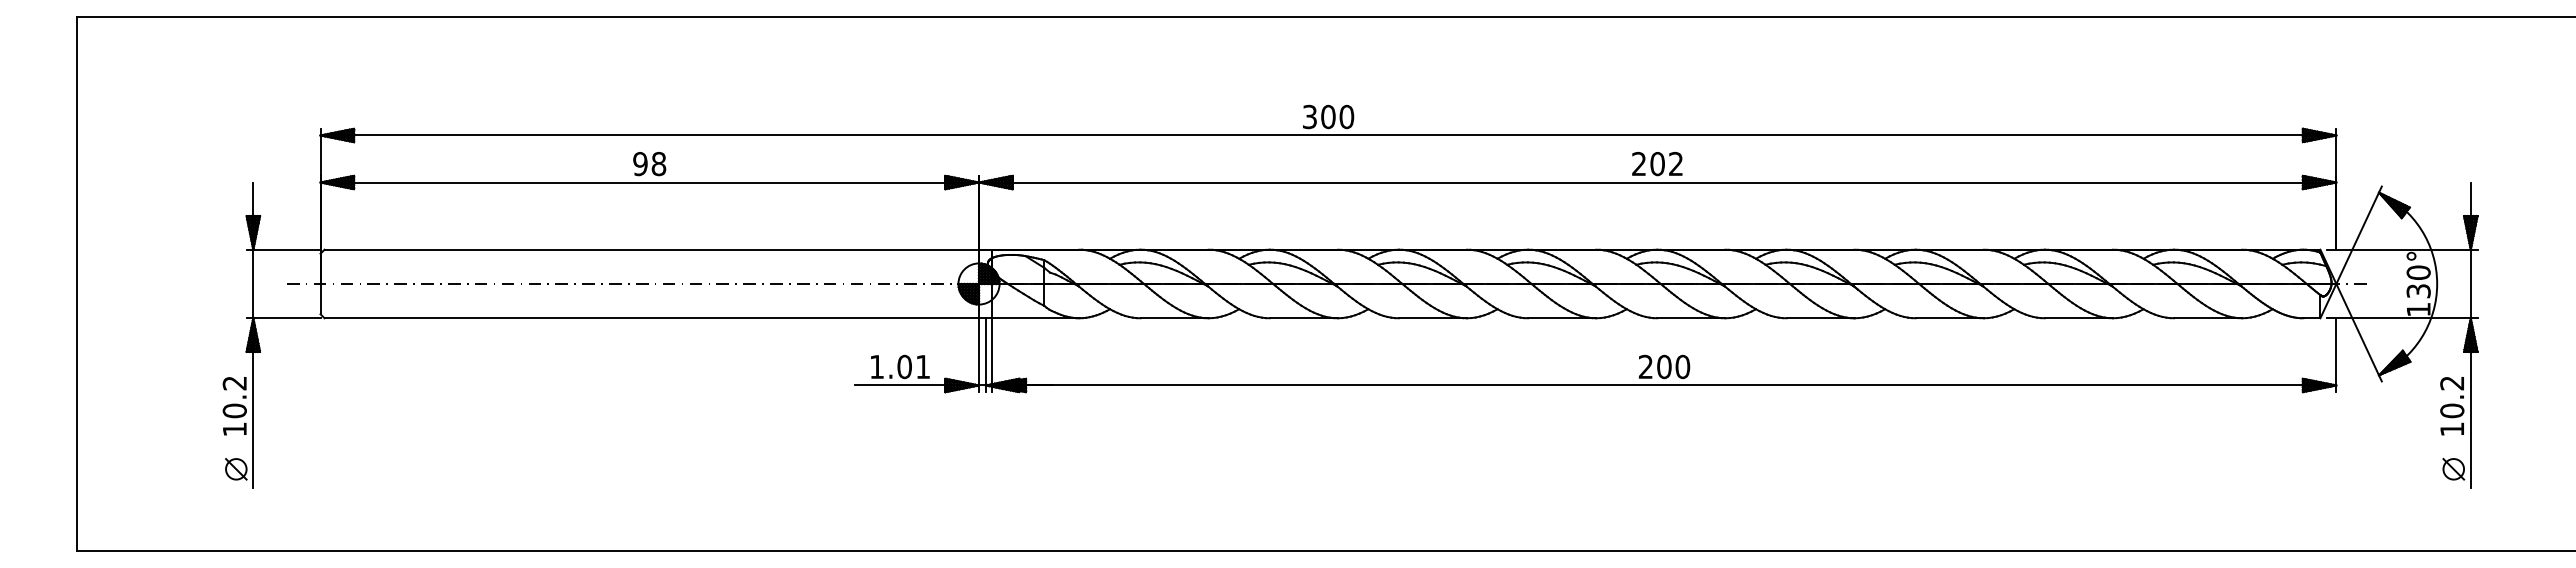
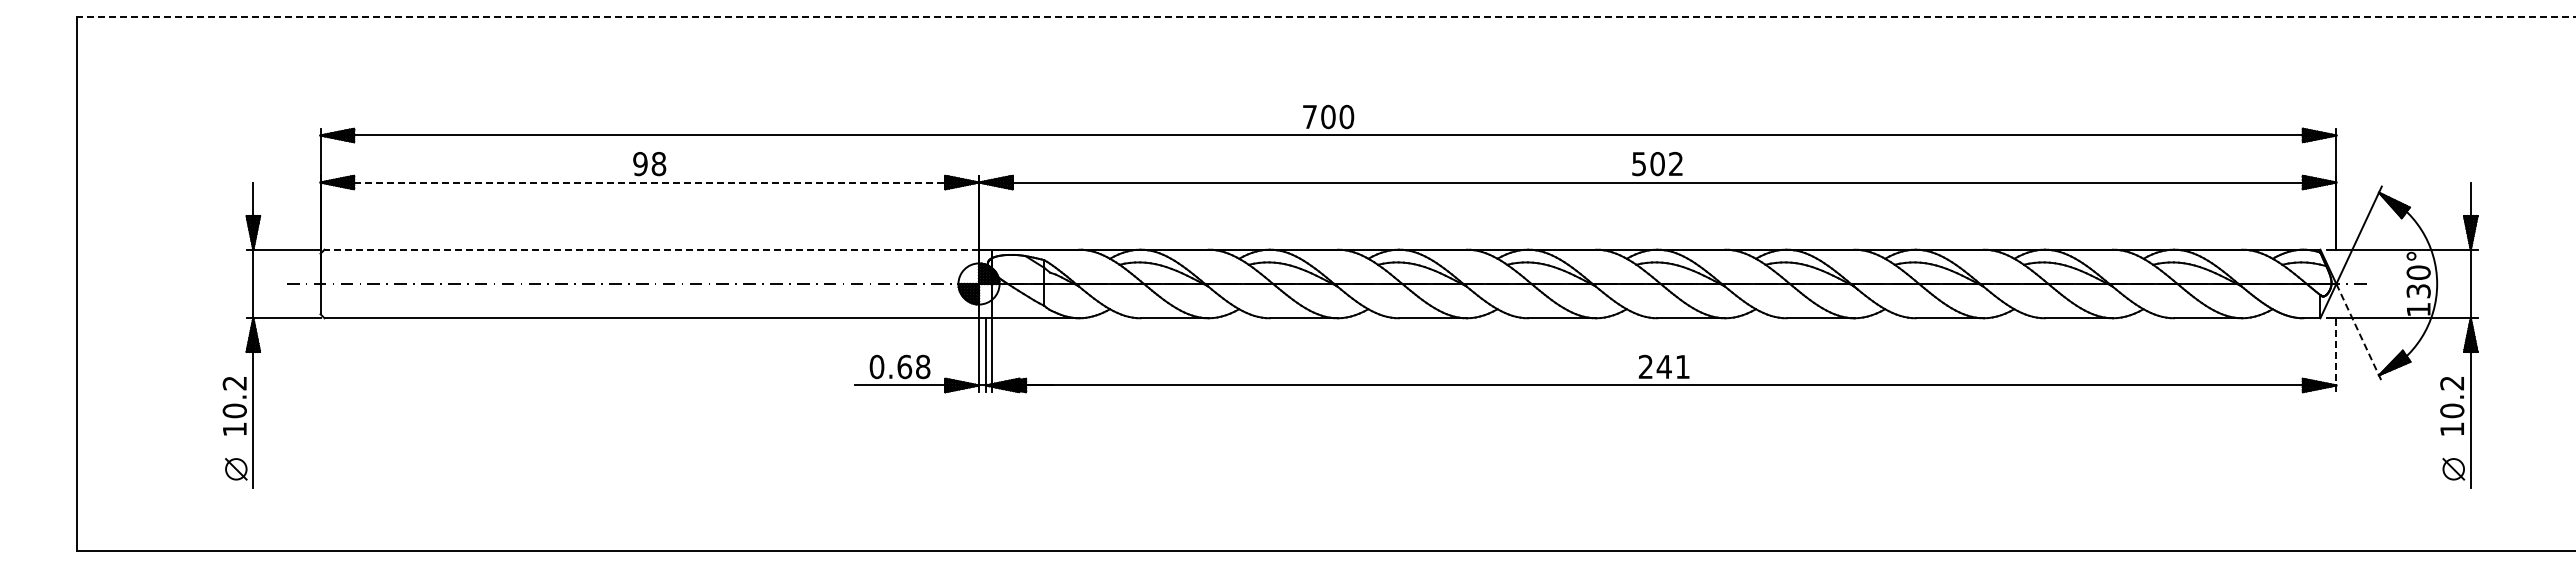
line at (1326, 17): solid -> dashed
text at (1309, 116): 300 -> 700
text at (1638, 163): 202 -> 502
line at (650, 182): solid -> dashed
line at (651, 249): solid -> dashed
line at (2359, 332): solid -> dashed
line at (2336, 355): solid -> dashed
text at (899, 366): 1.01 -> 0.68
text at (1673, 366): 200 -> 241
